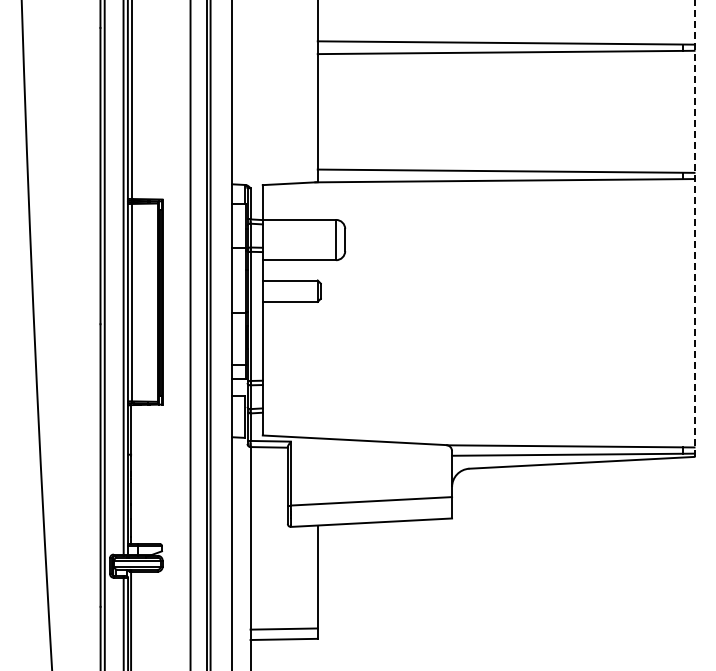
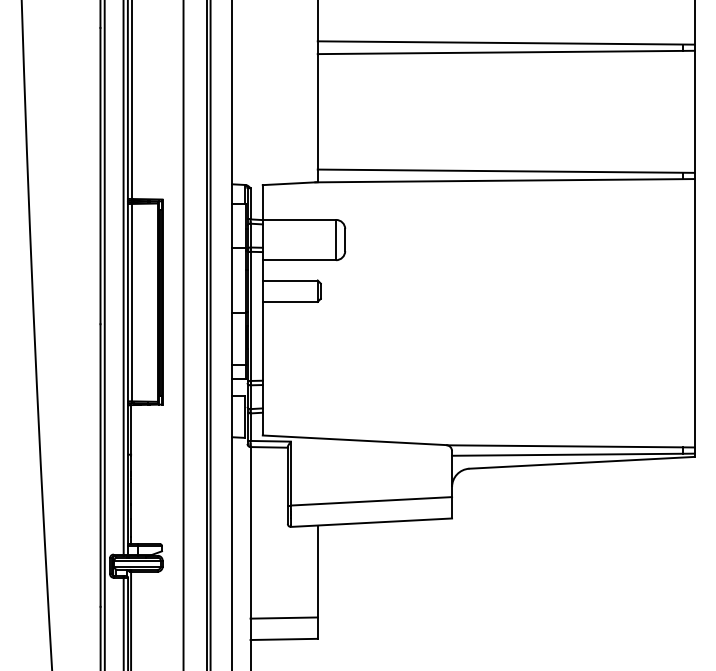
line at (694, 227): dashed -> solid
line at (190, 334) position: (190, 334) -> (183, 334)
line at (283, 628) position: (283, 628) -> (283, 617)
